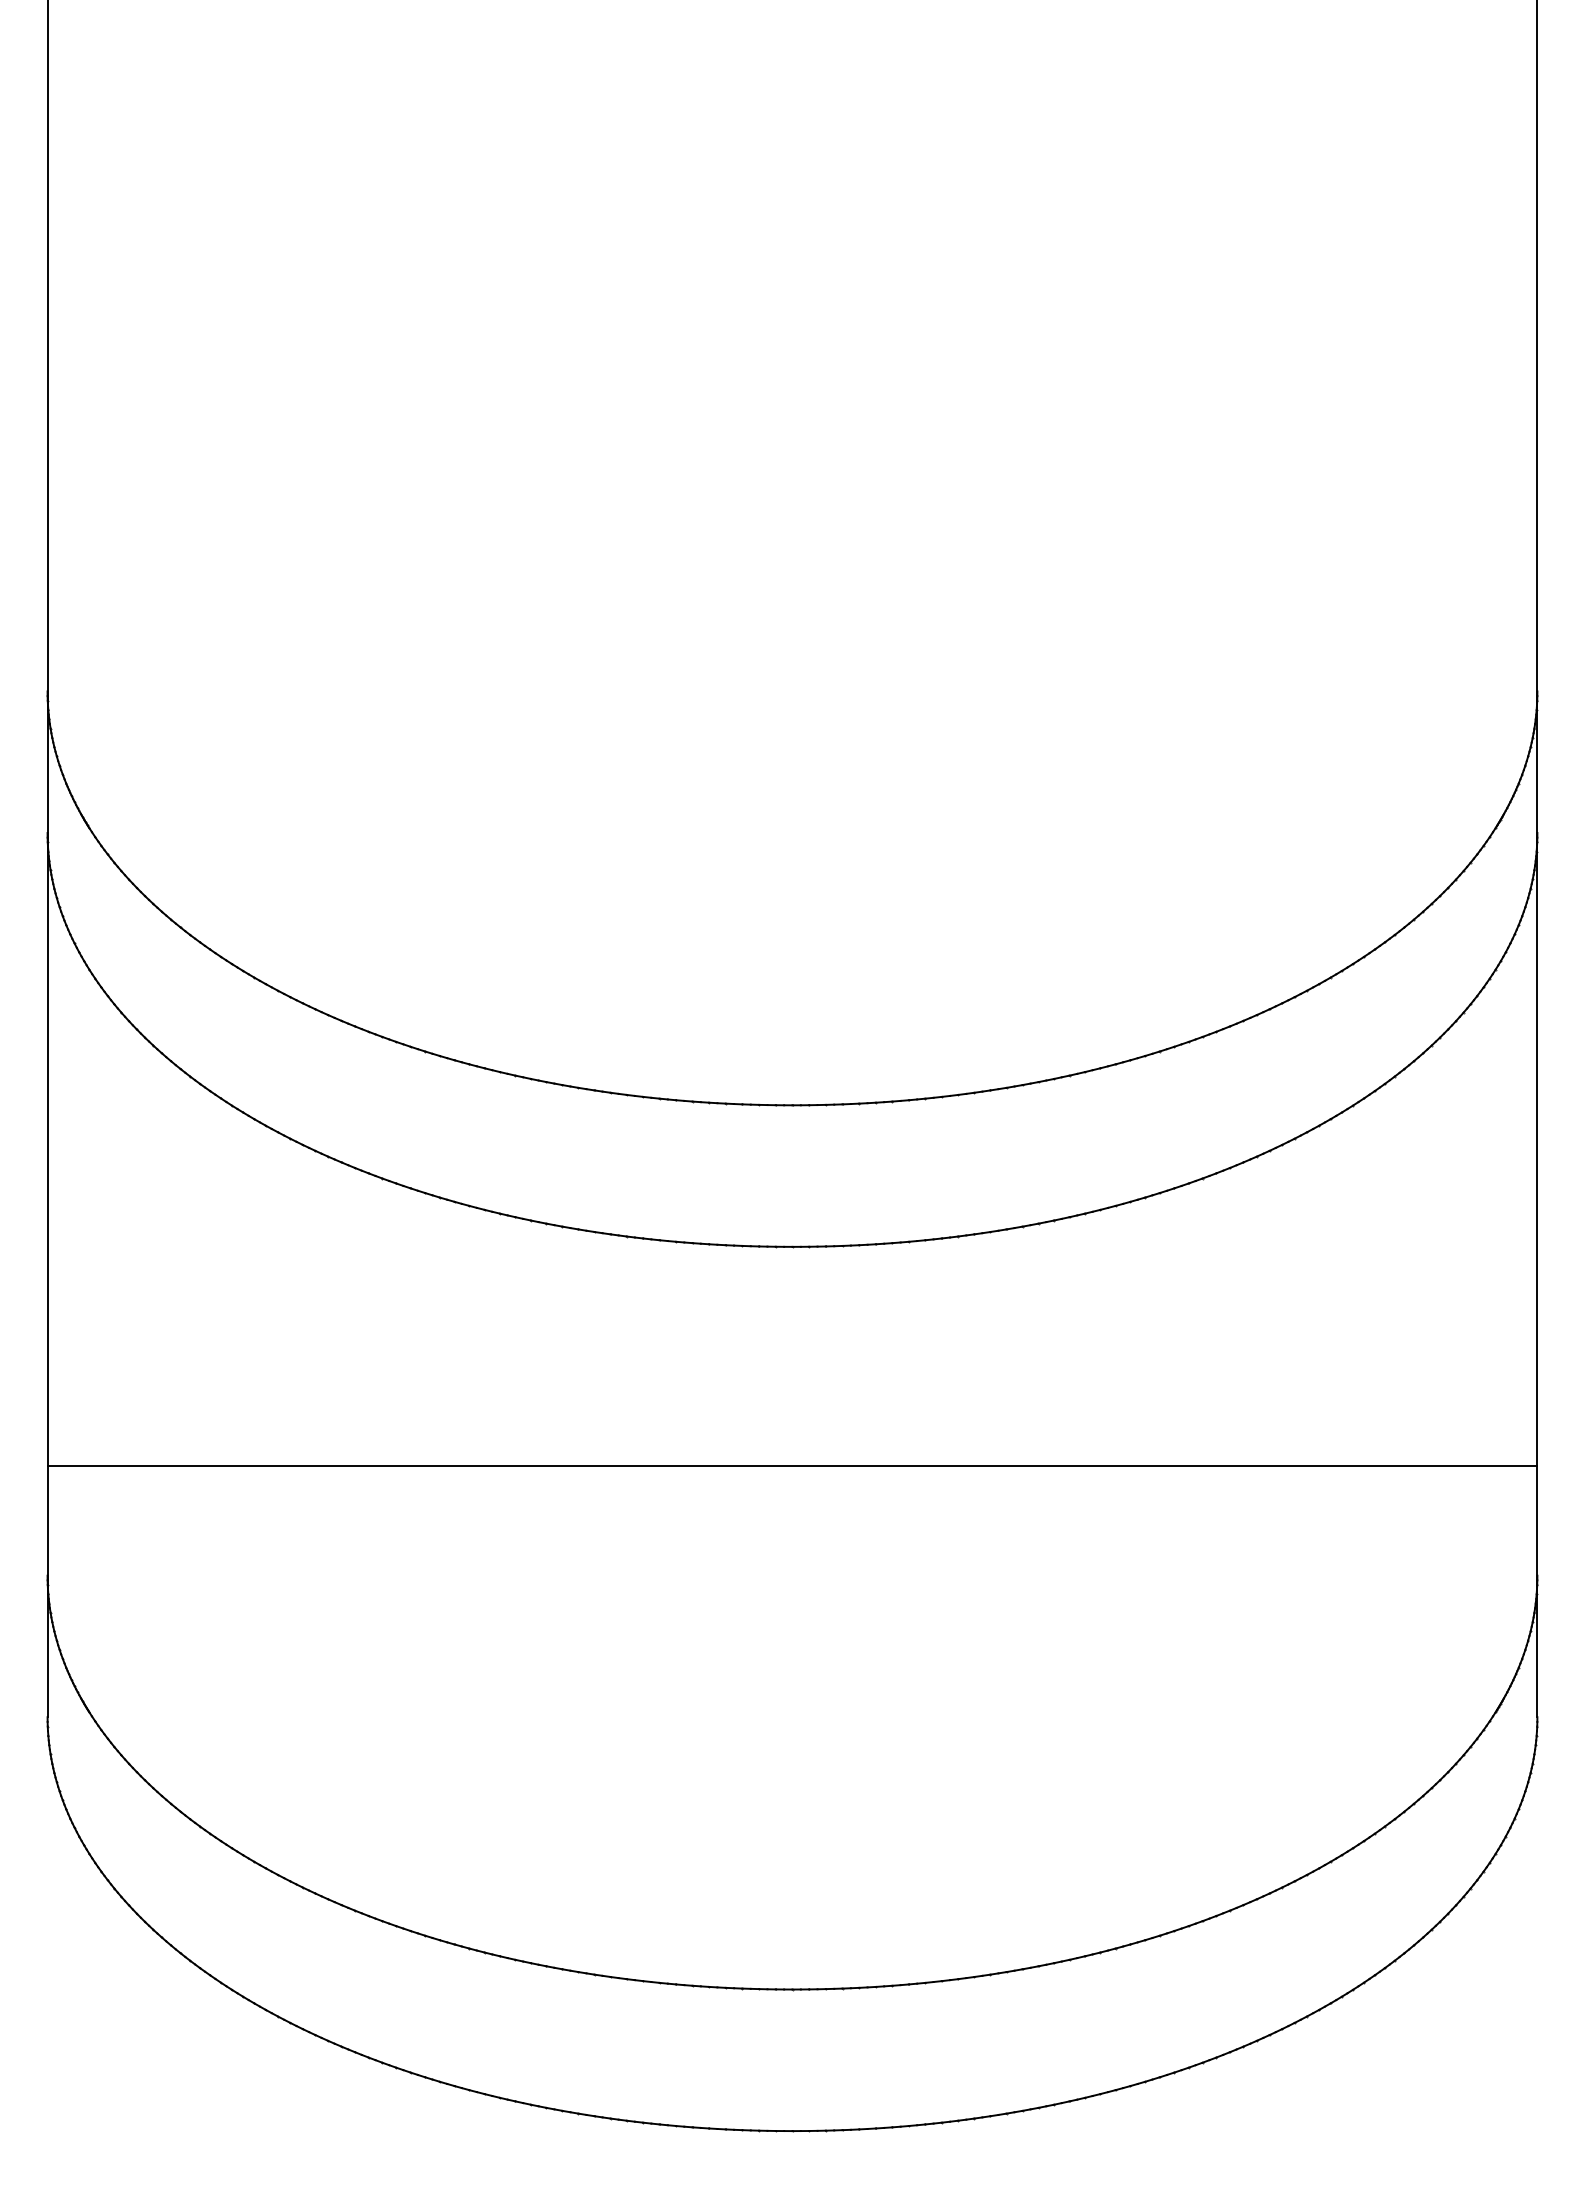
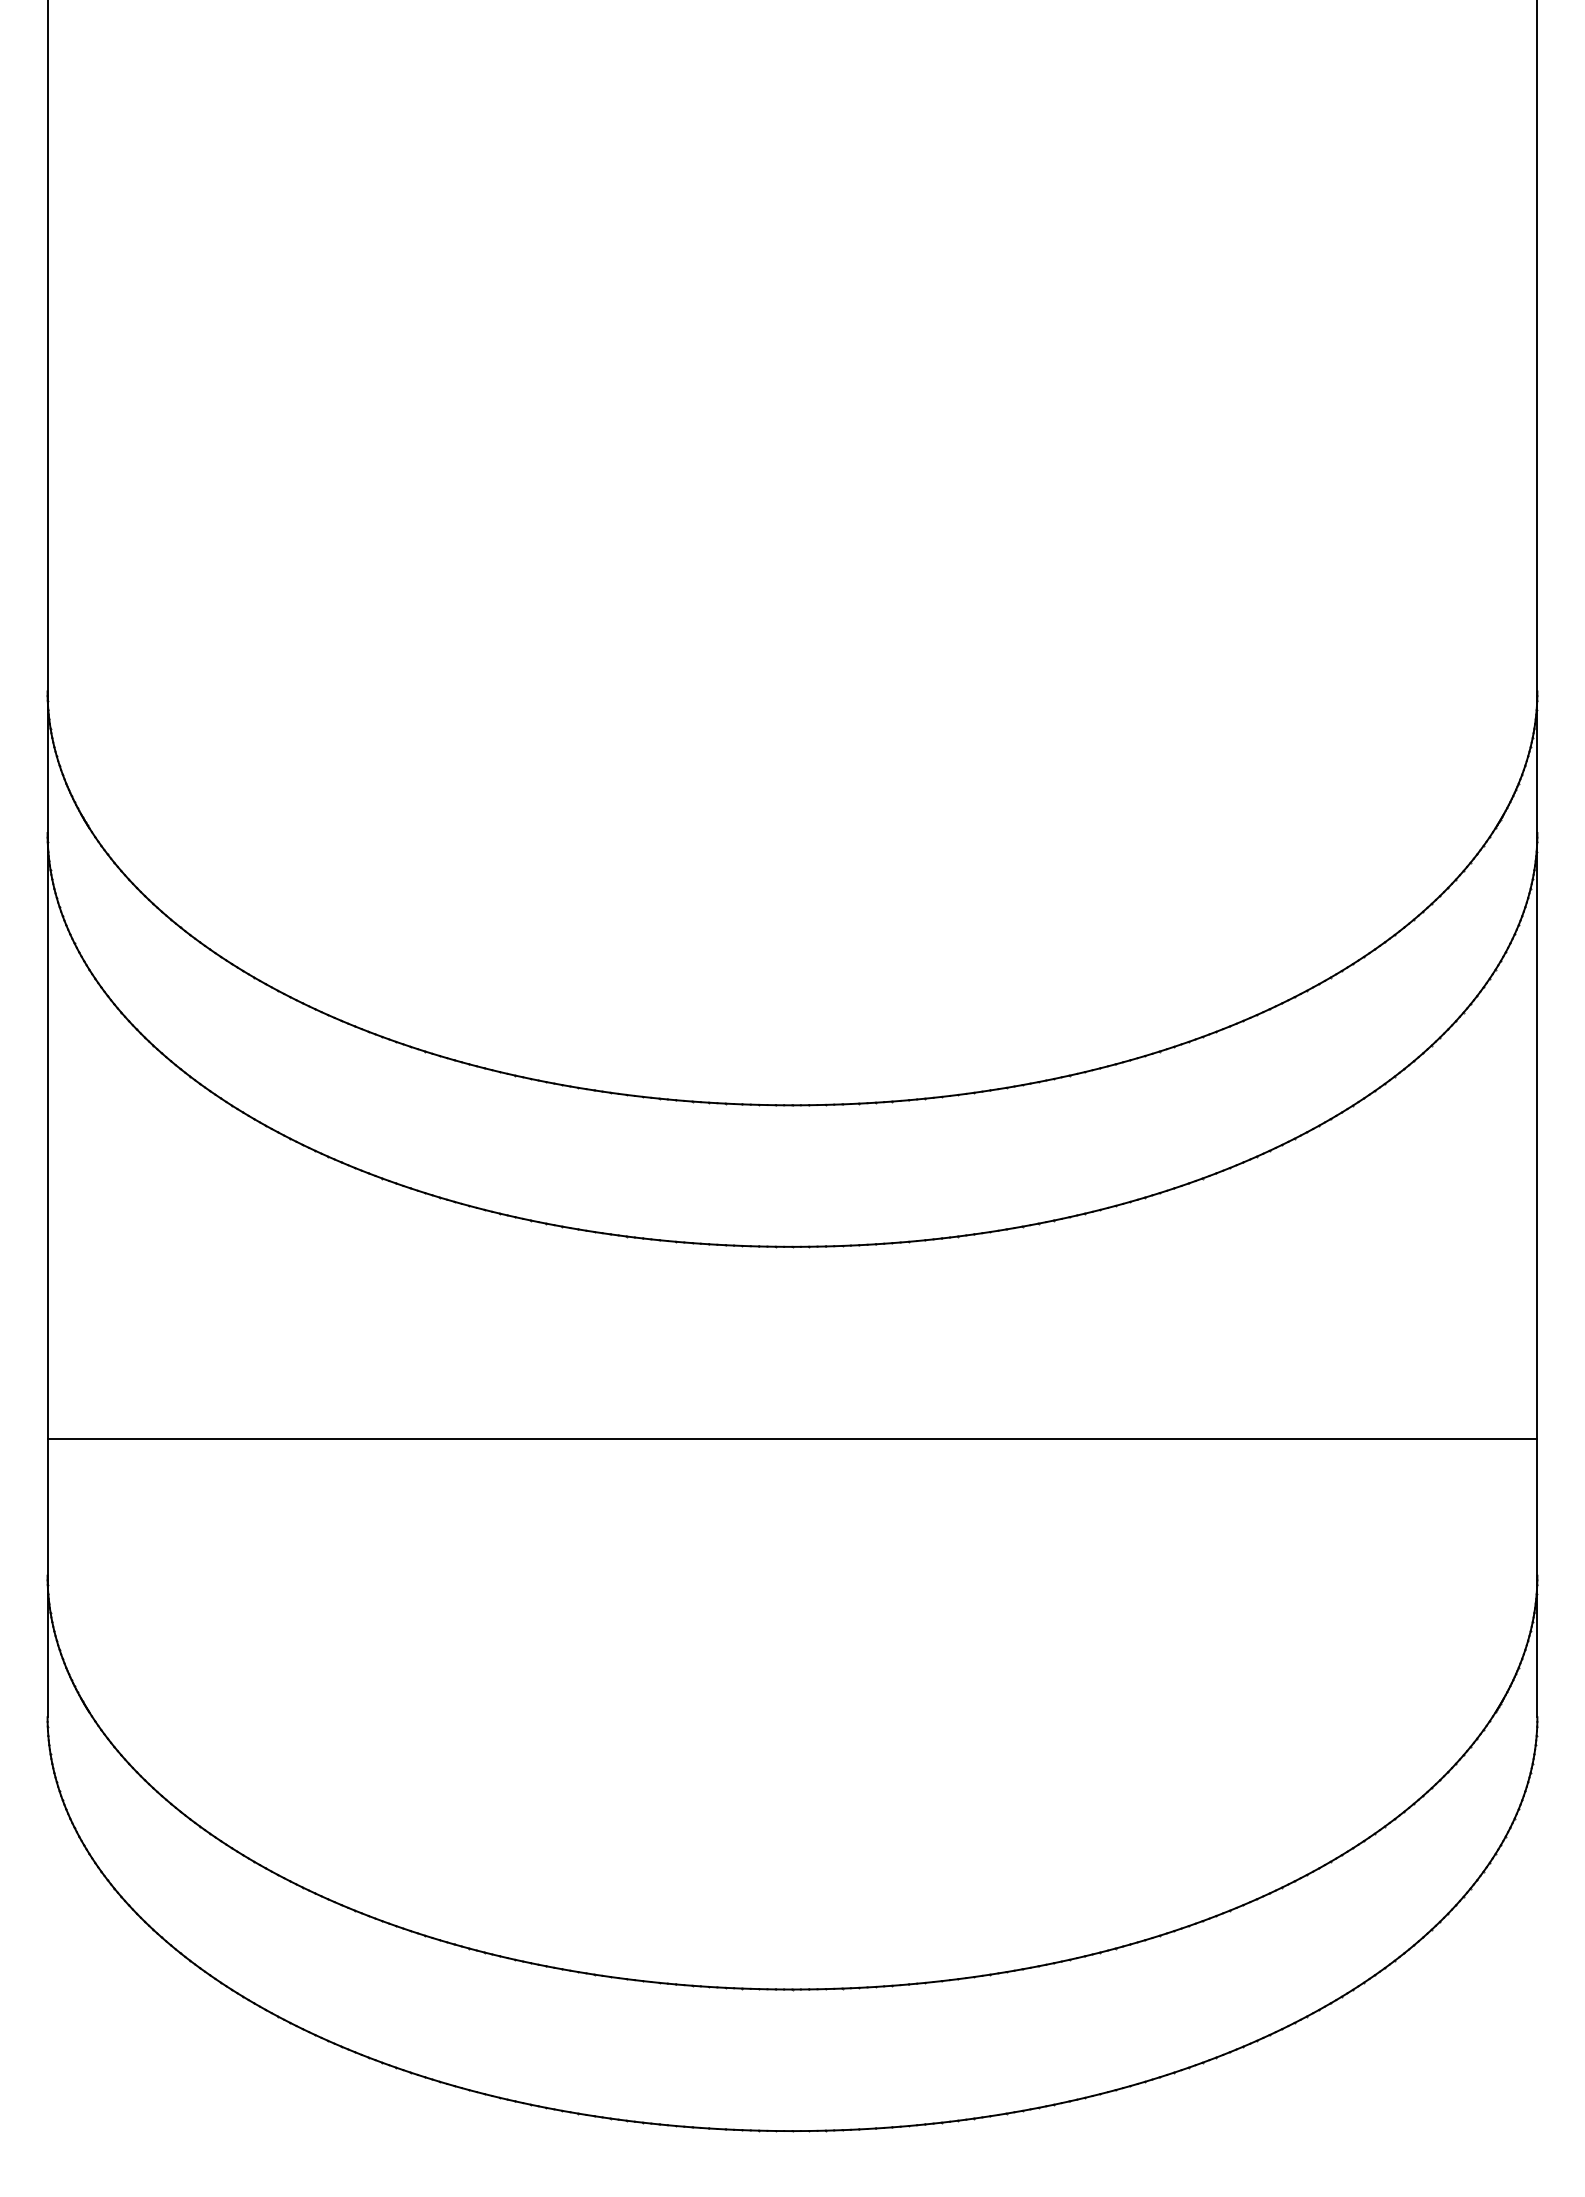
line at (792, 1465) position: (792, 1465) -> (792, 1438)
